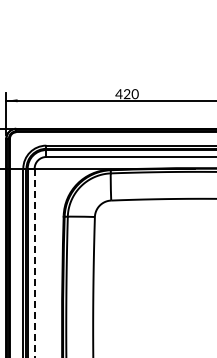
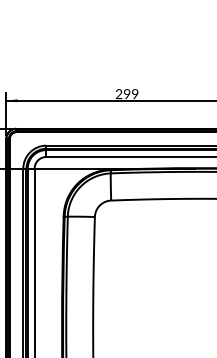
text at (126, 94): 420 -> 299
line at (34, 263): dashed -> solid
